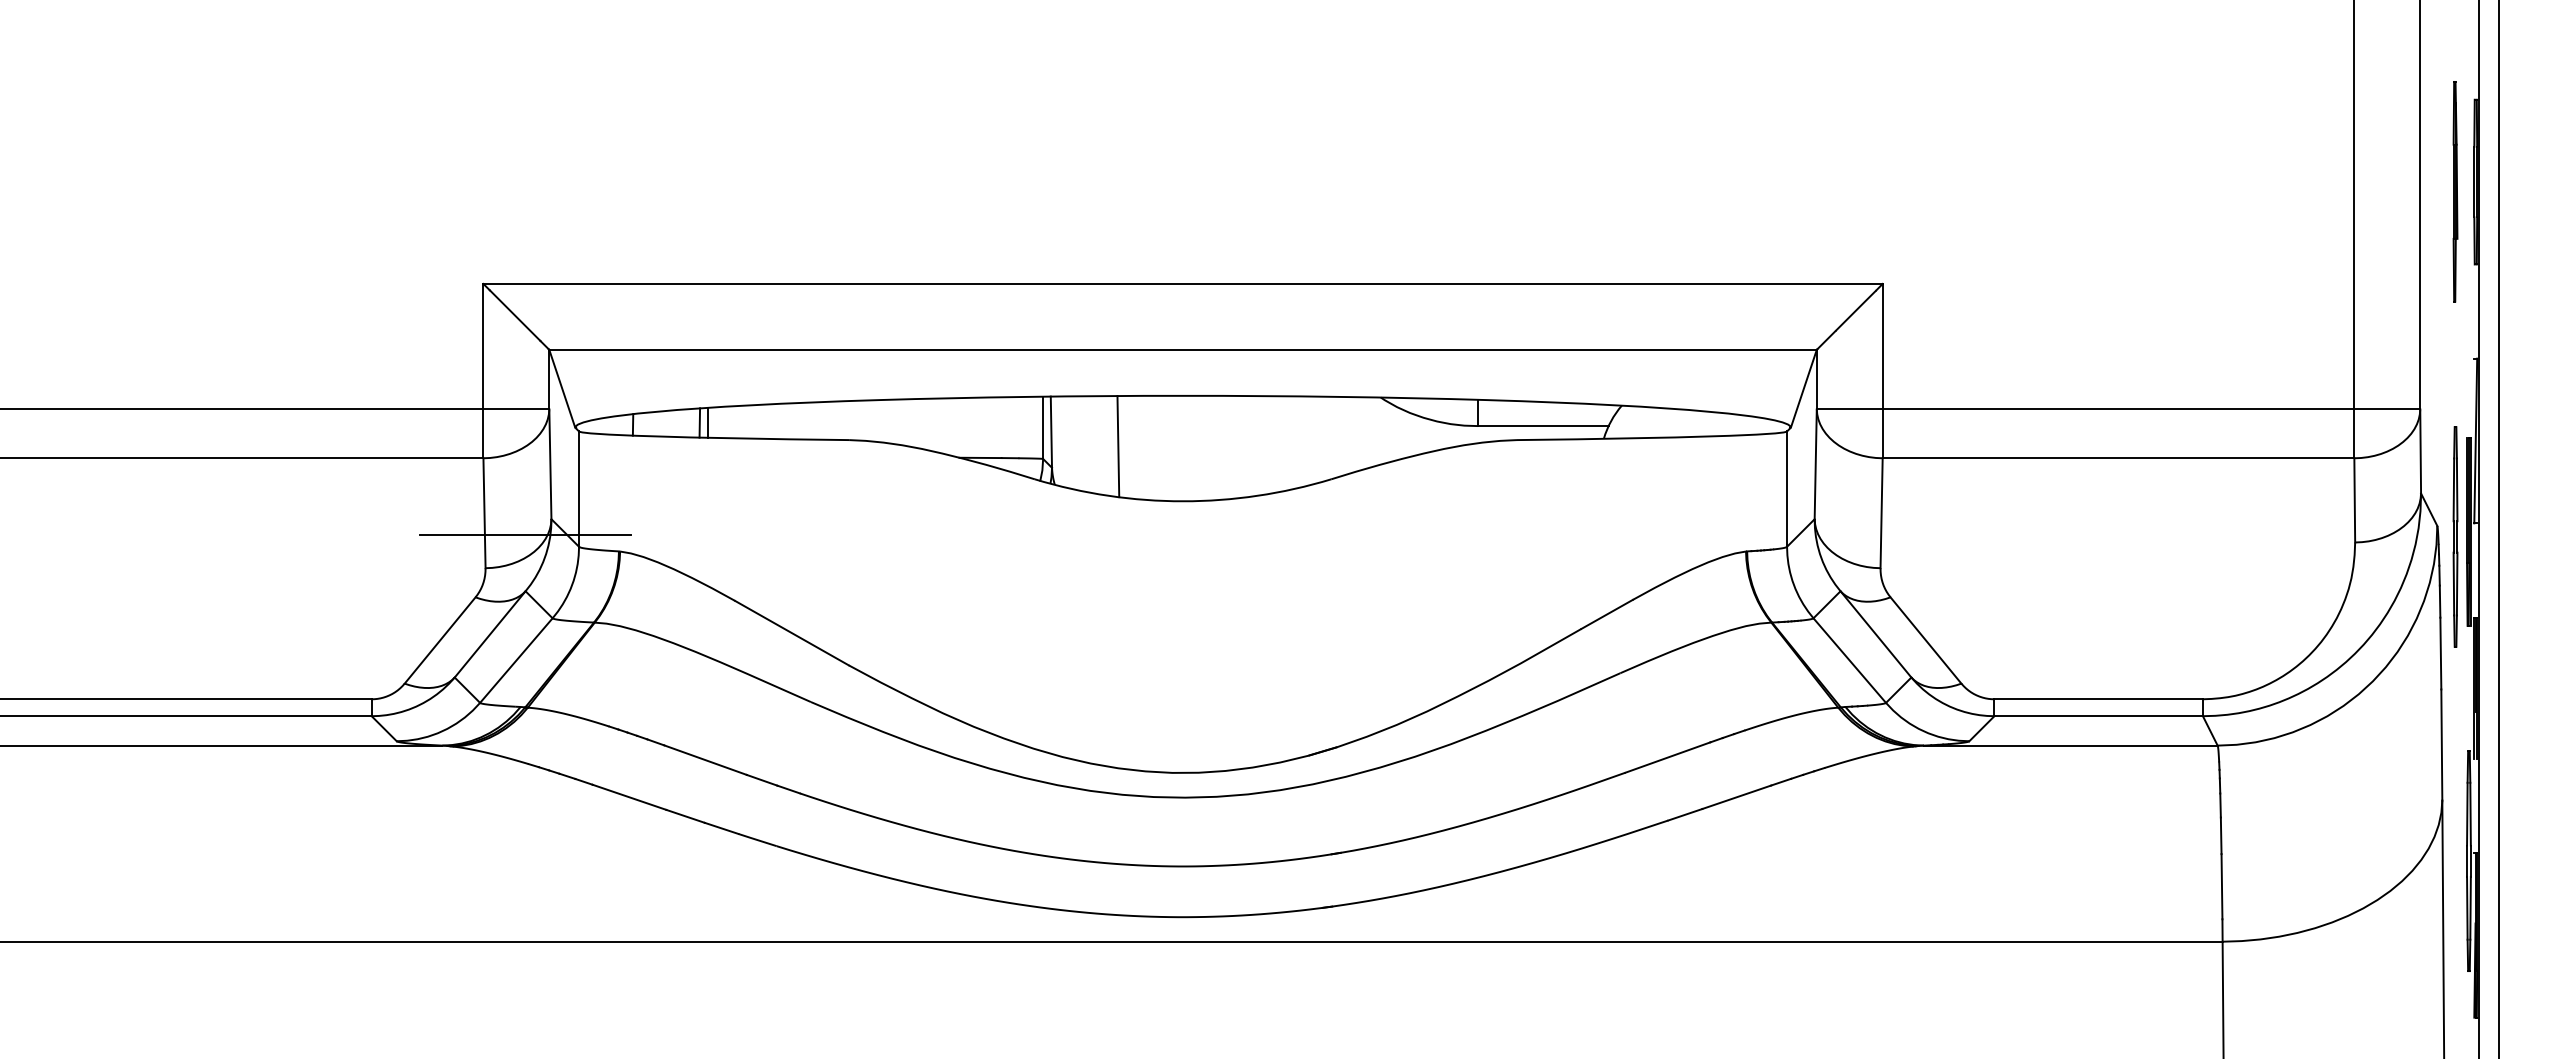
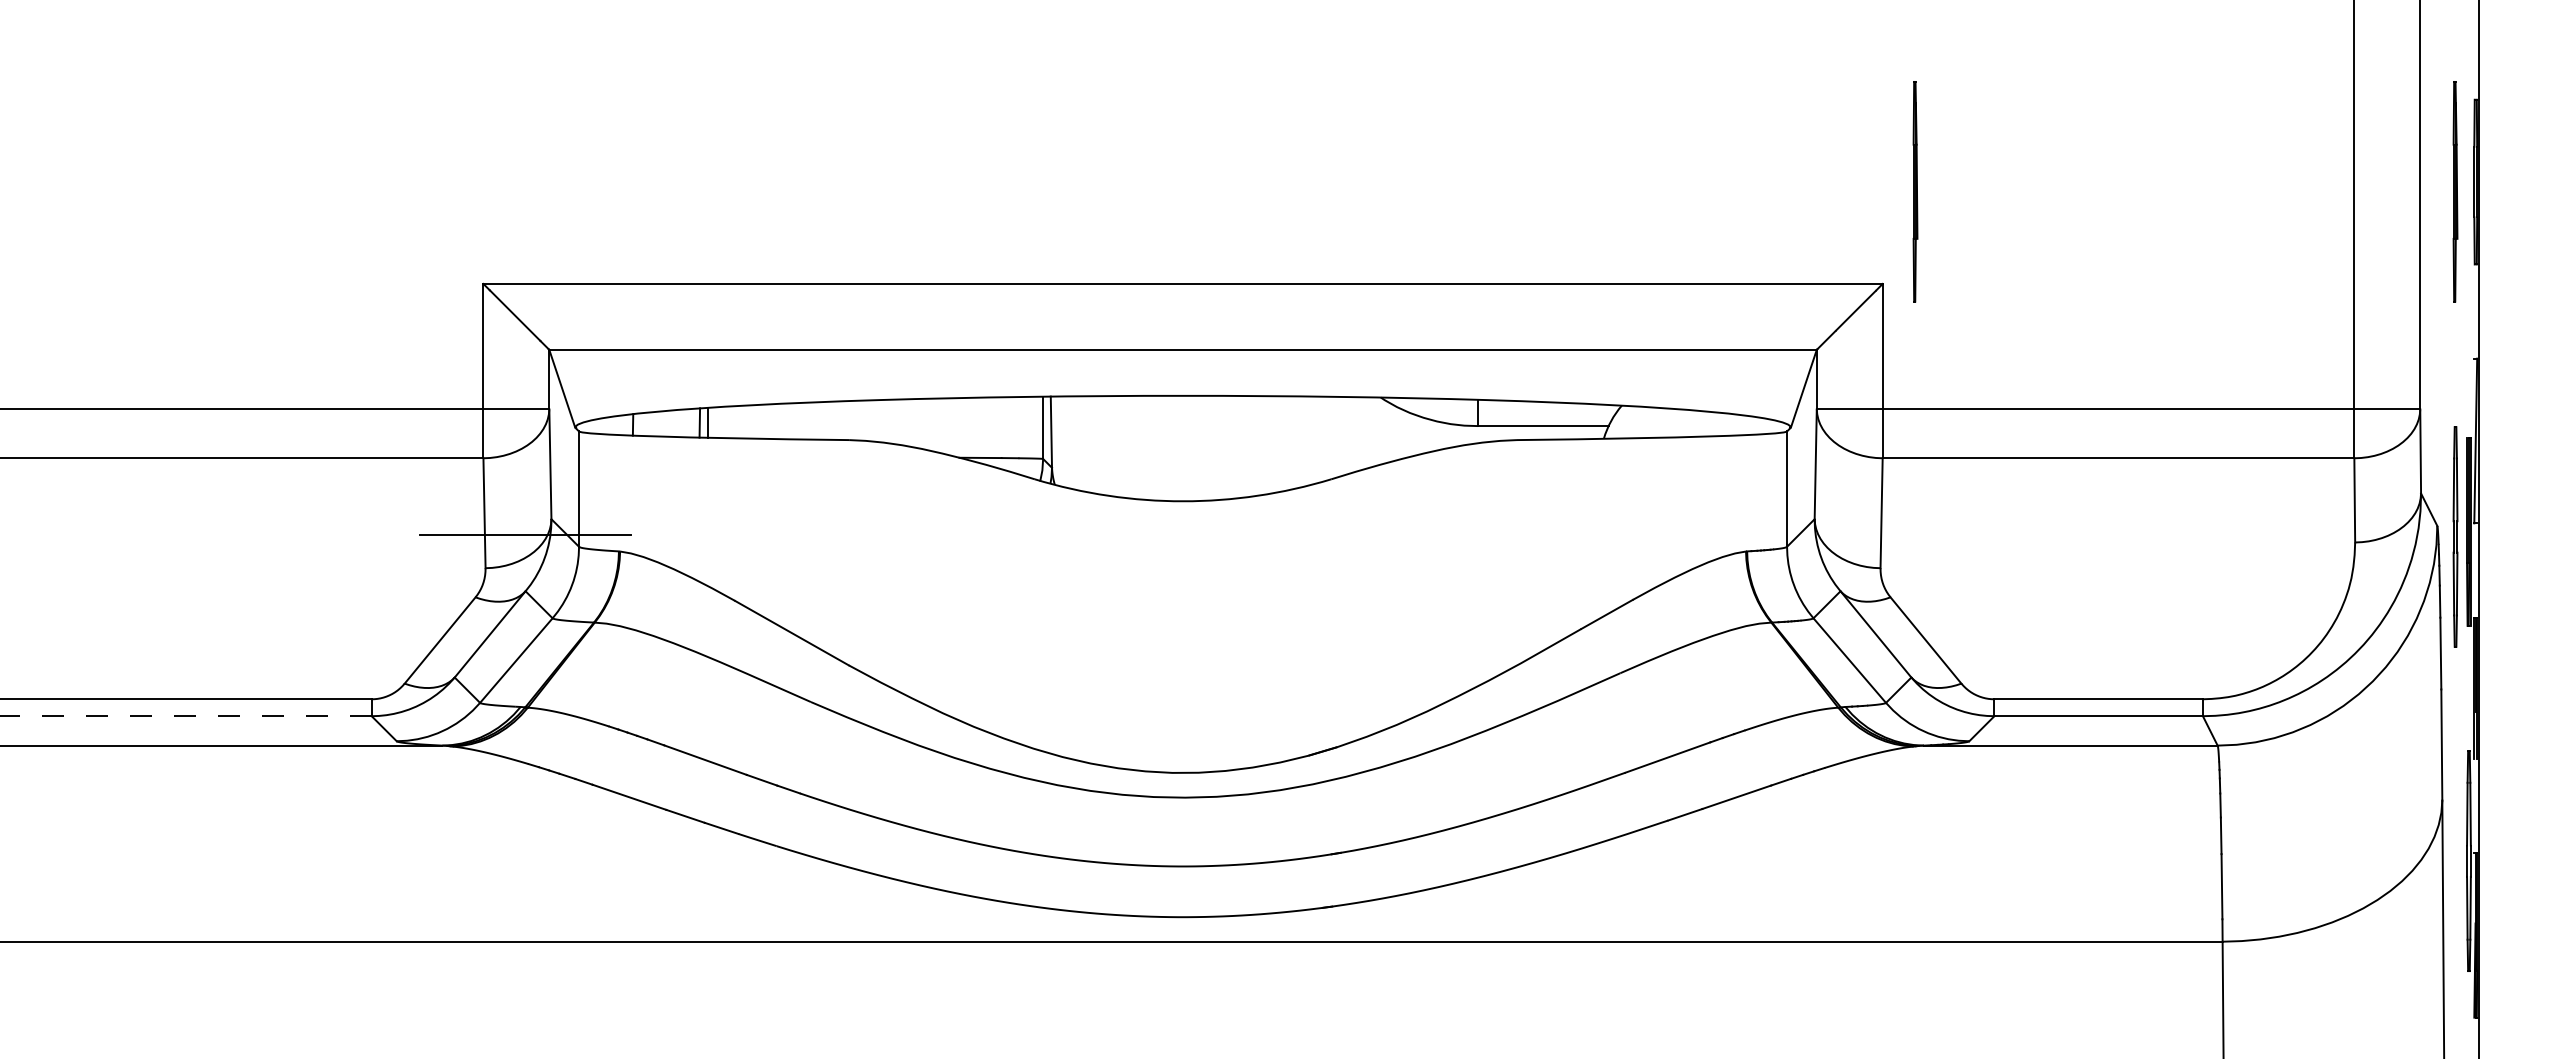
part at (1915, 191): none -> present
line at (1118, 446): present -> none
line at (2498, 528): present -> none
line at (185, 716): solid -> dashed
